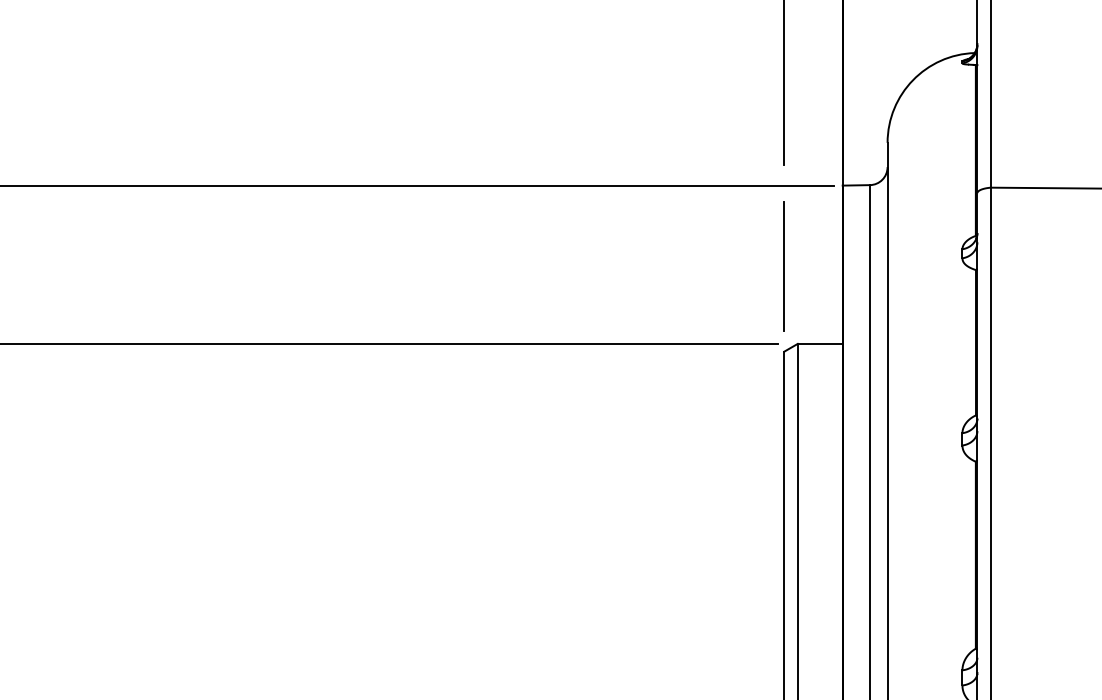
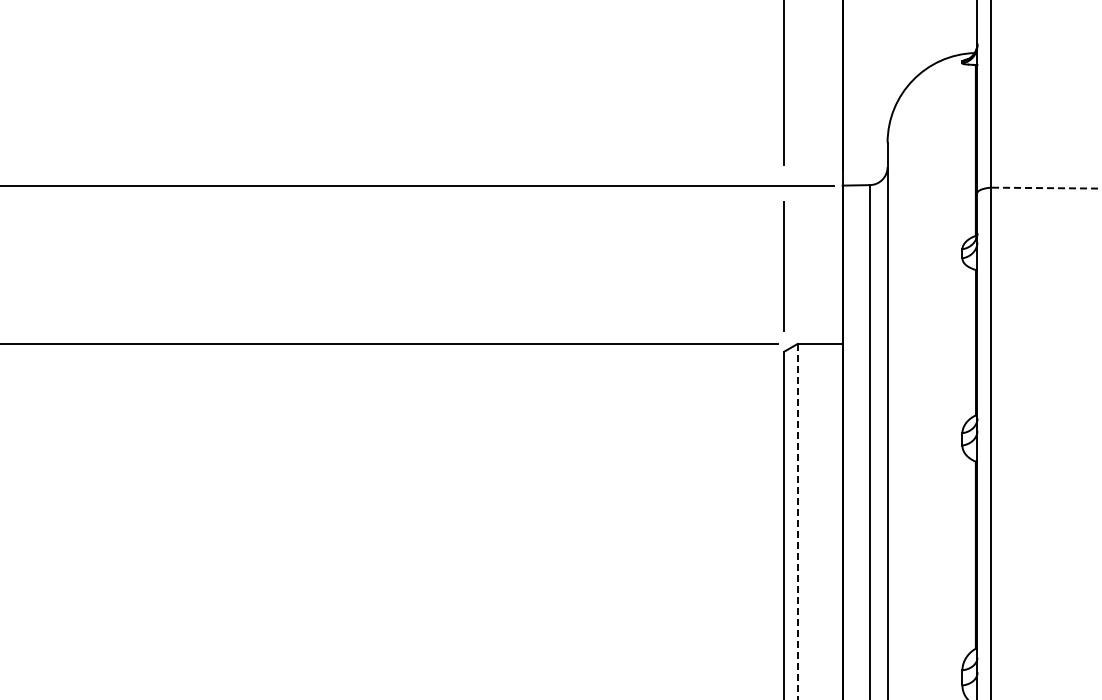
line at (1045, 188): solid -> dashed
line at (797, 521): solid -> dashed
